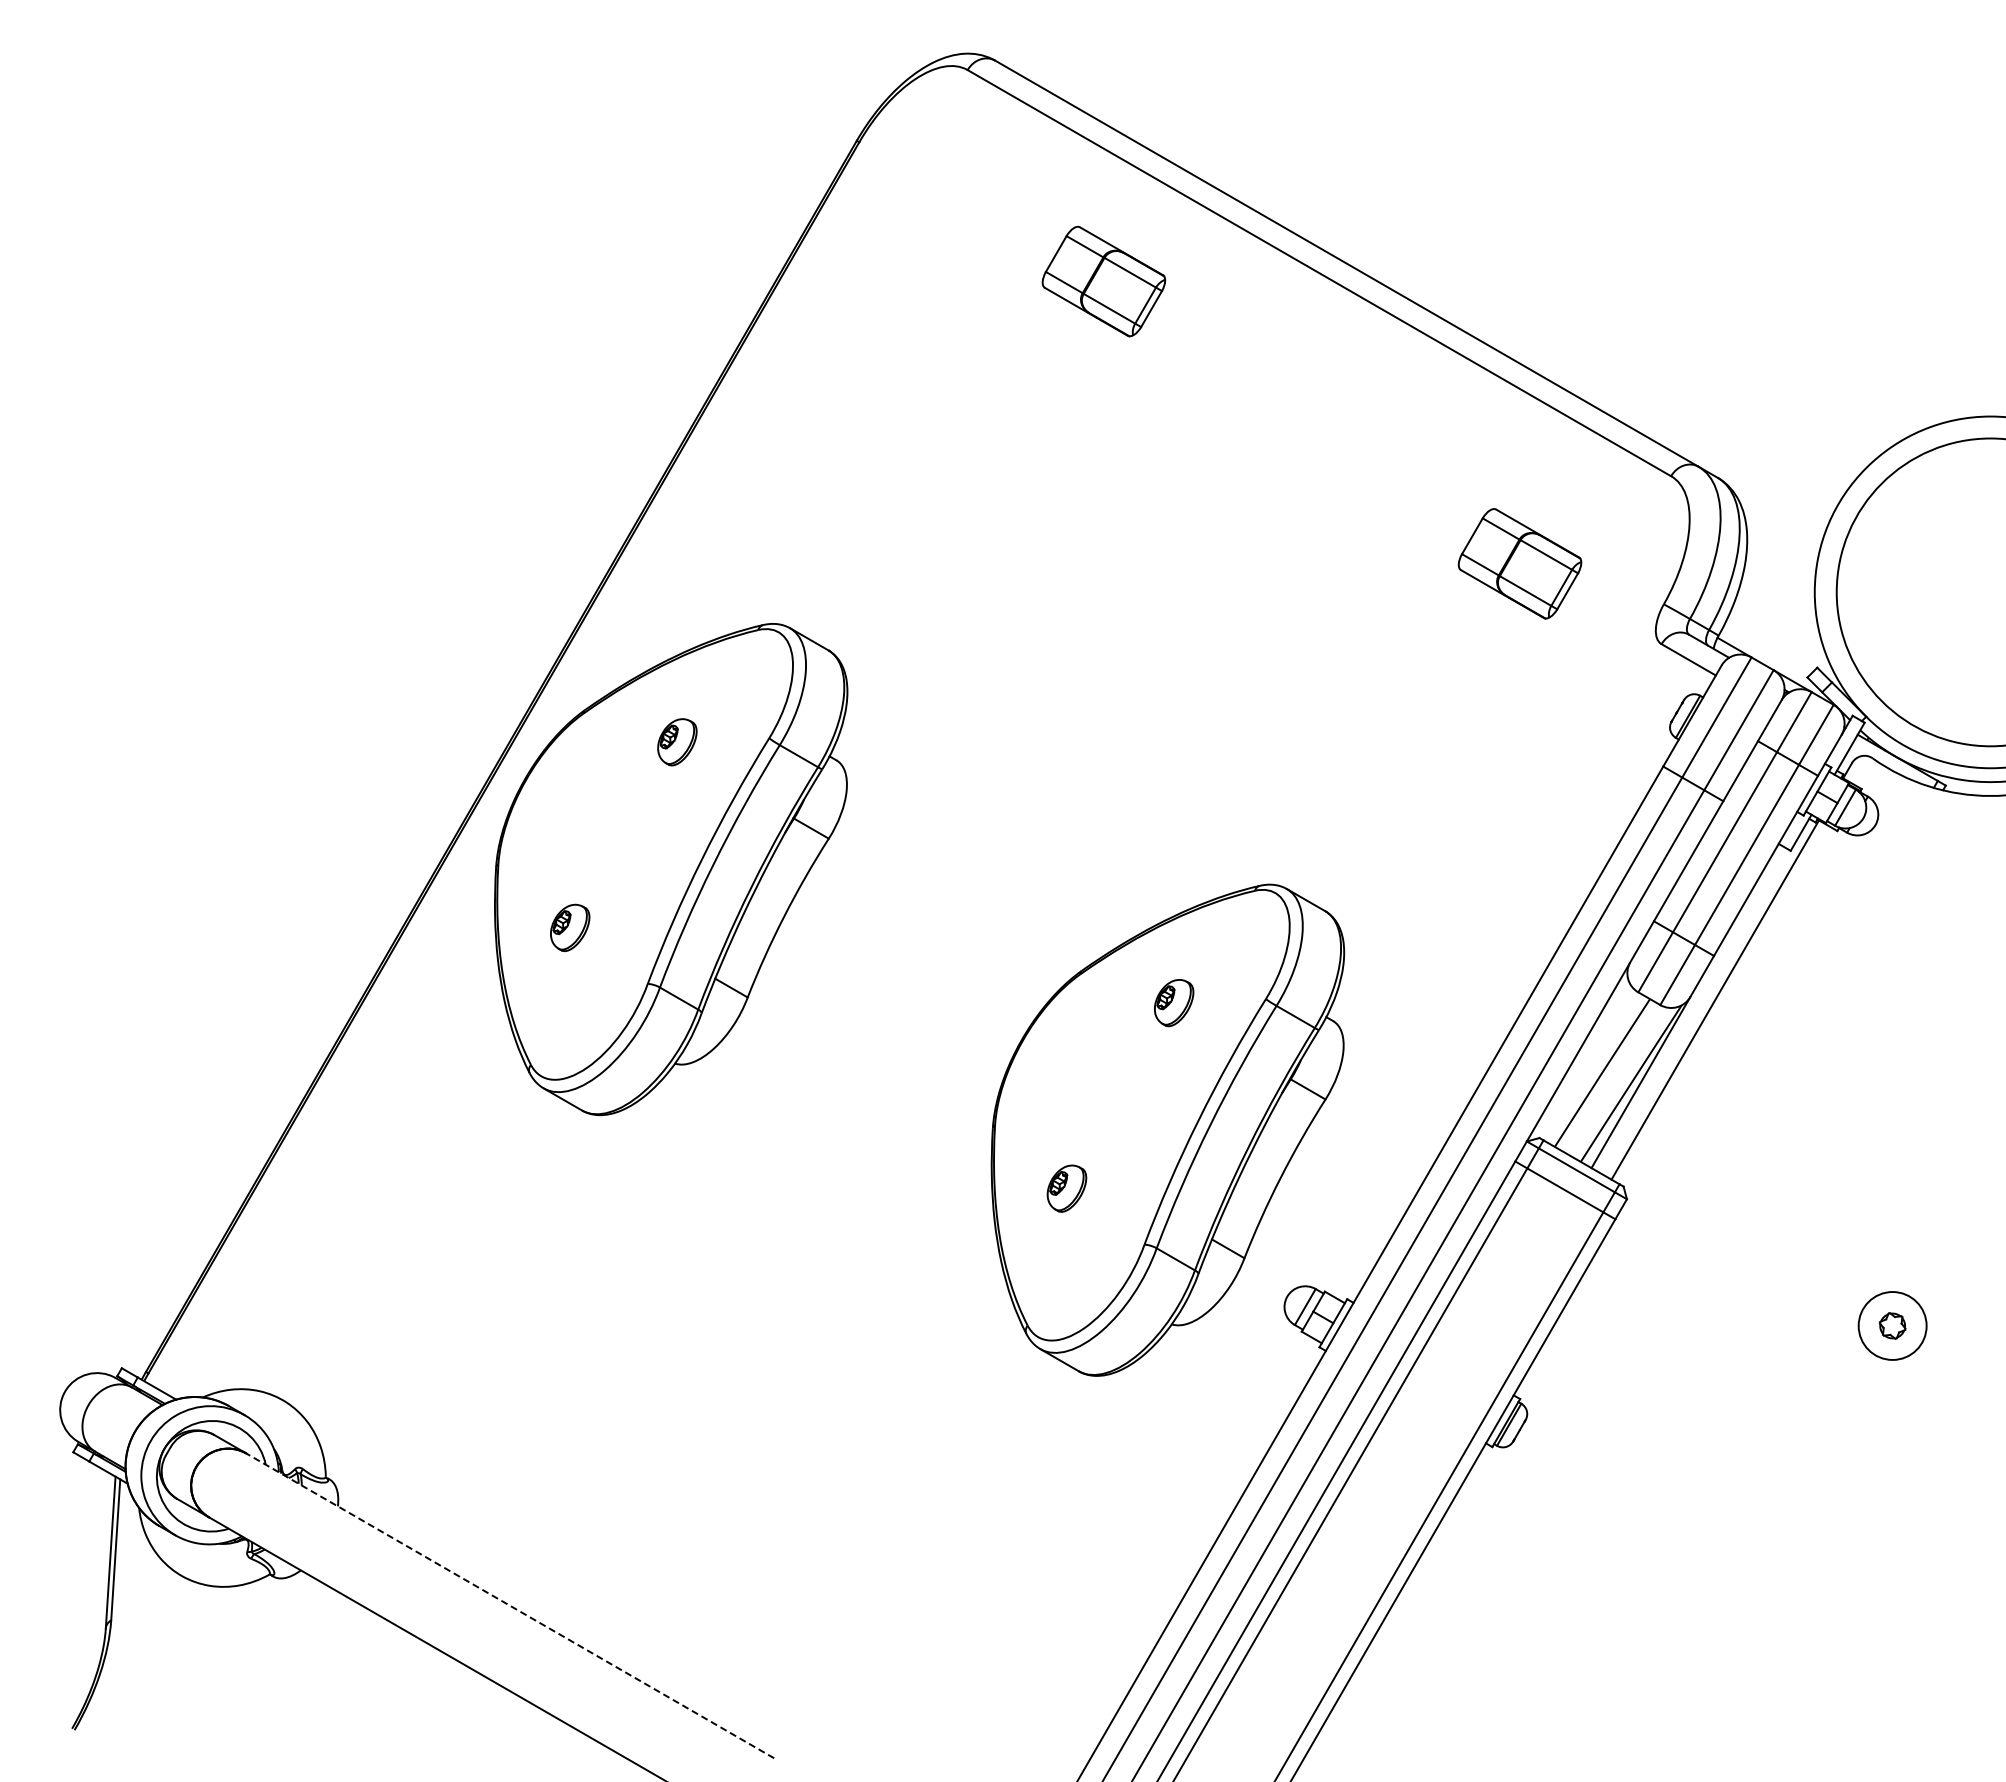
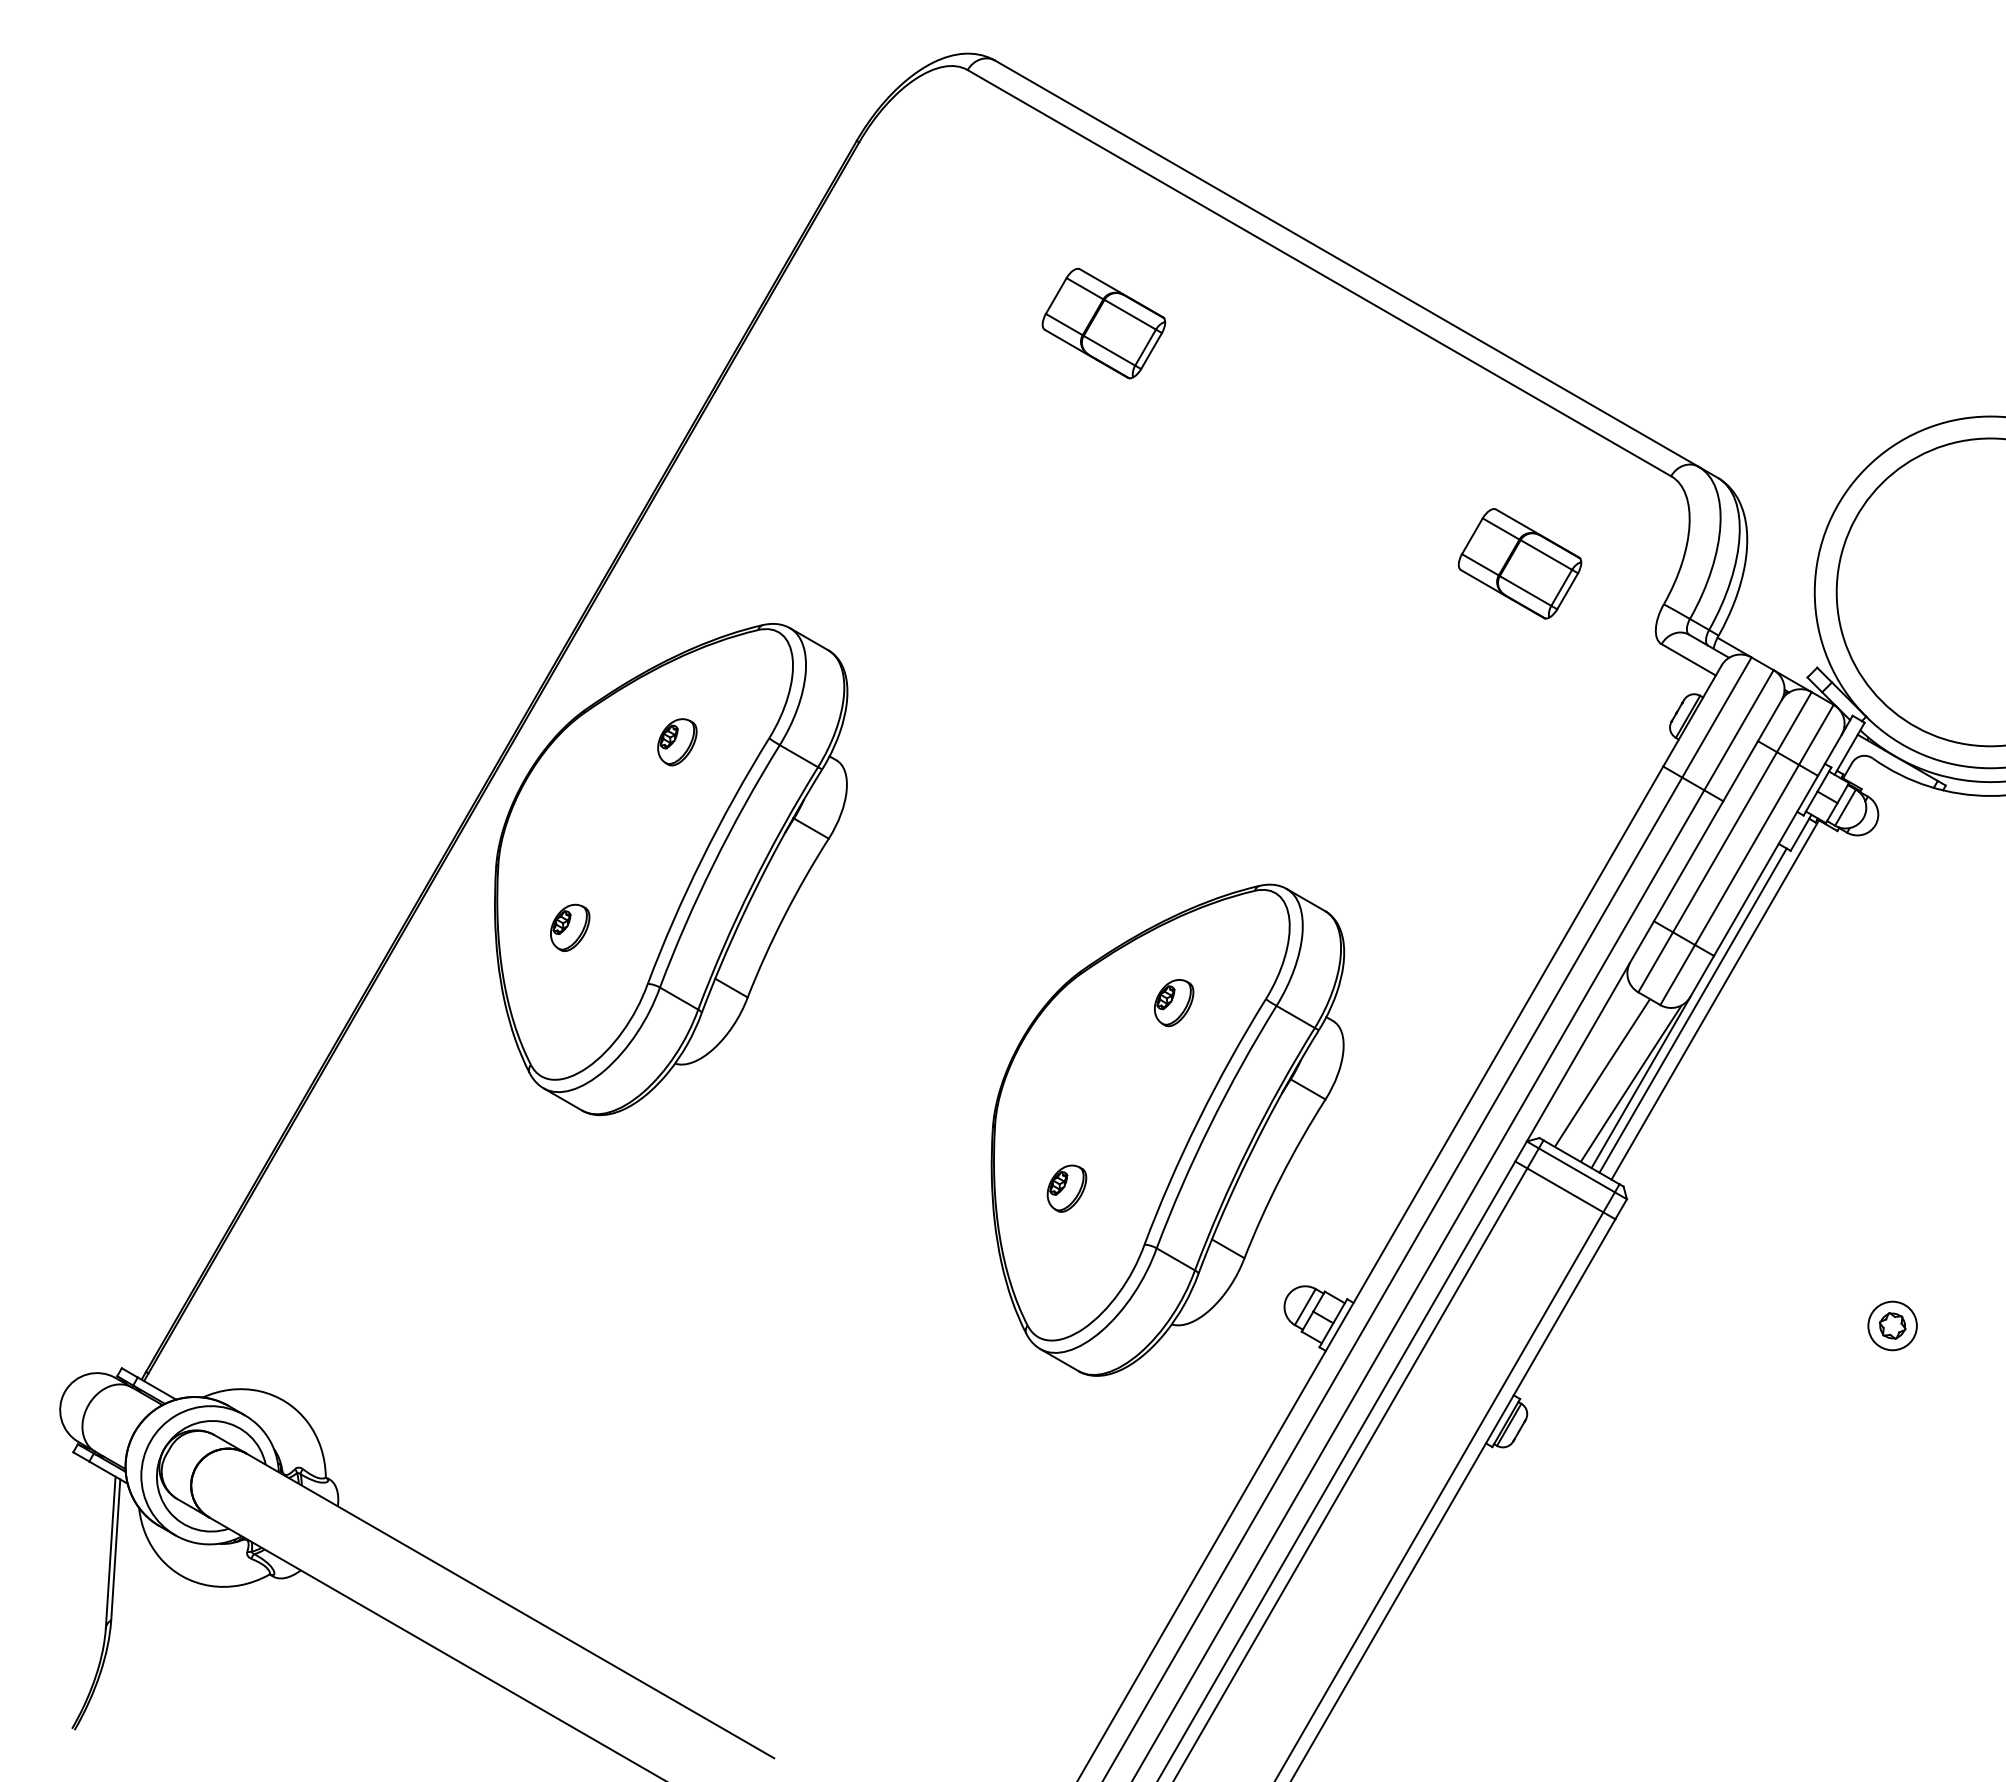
part at (1103, 281) position: (1103, 281) -> (1103, 323)
line at (1692, 1010): none -> present
circle at (1892, 1325) diameter: 68 px -> 49 px
line at (510, 1605): dashed -> solid
